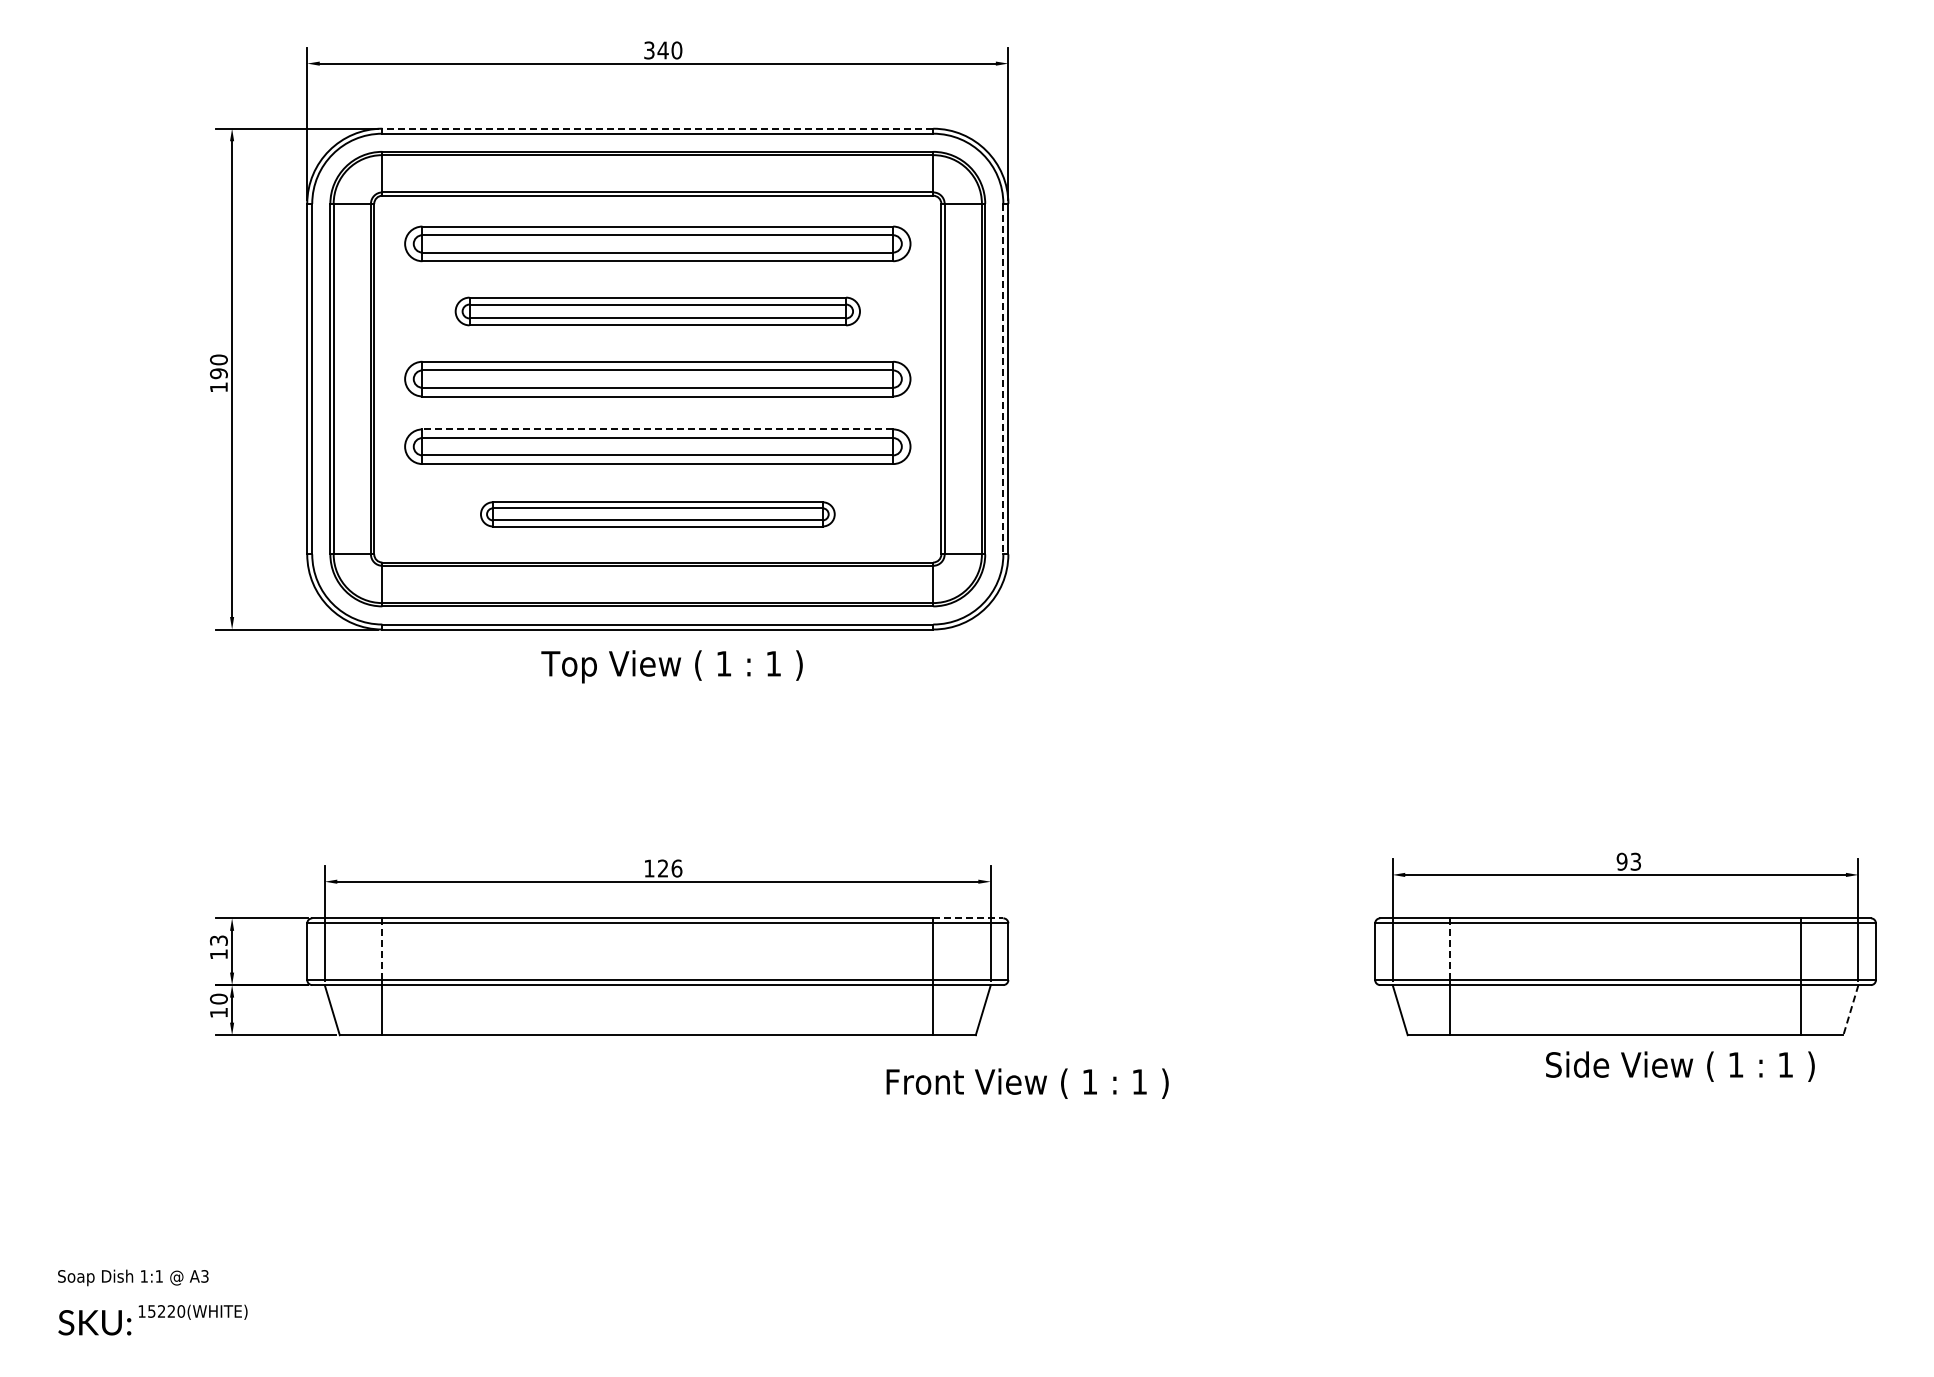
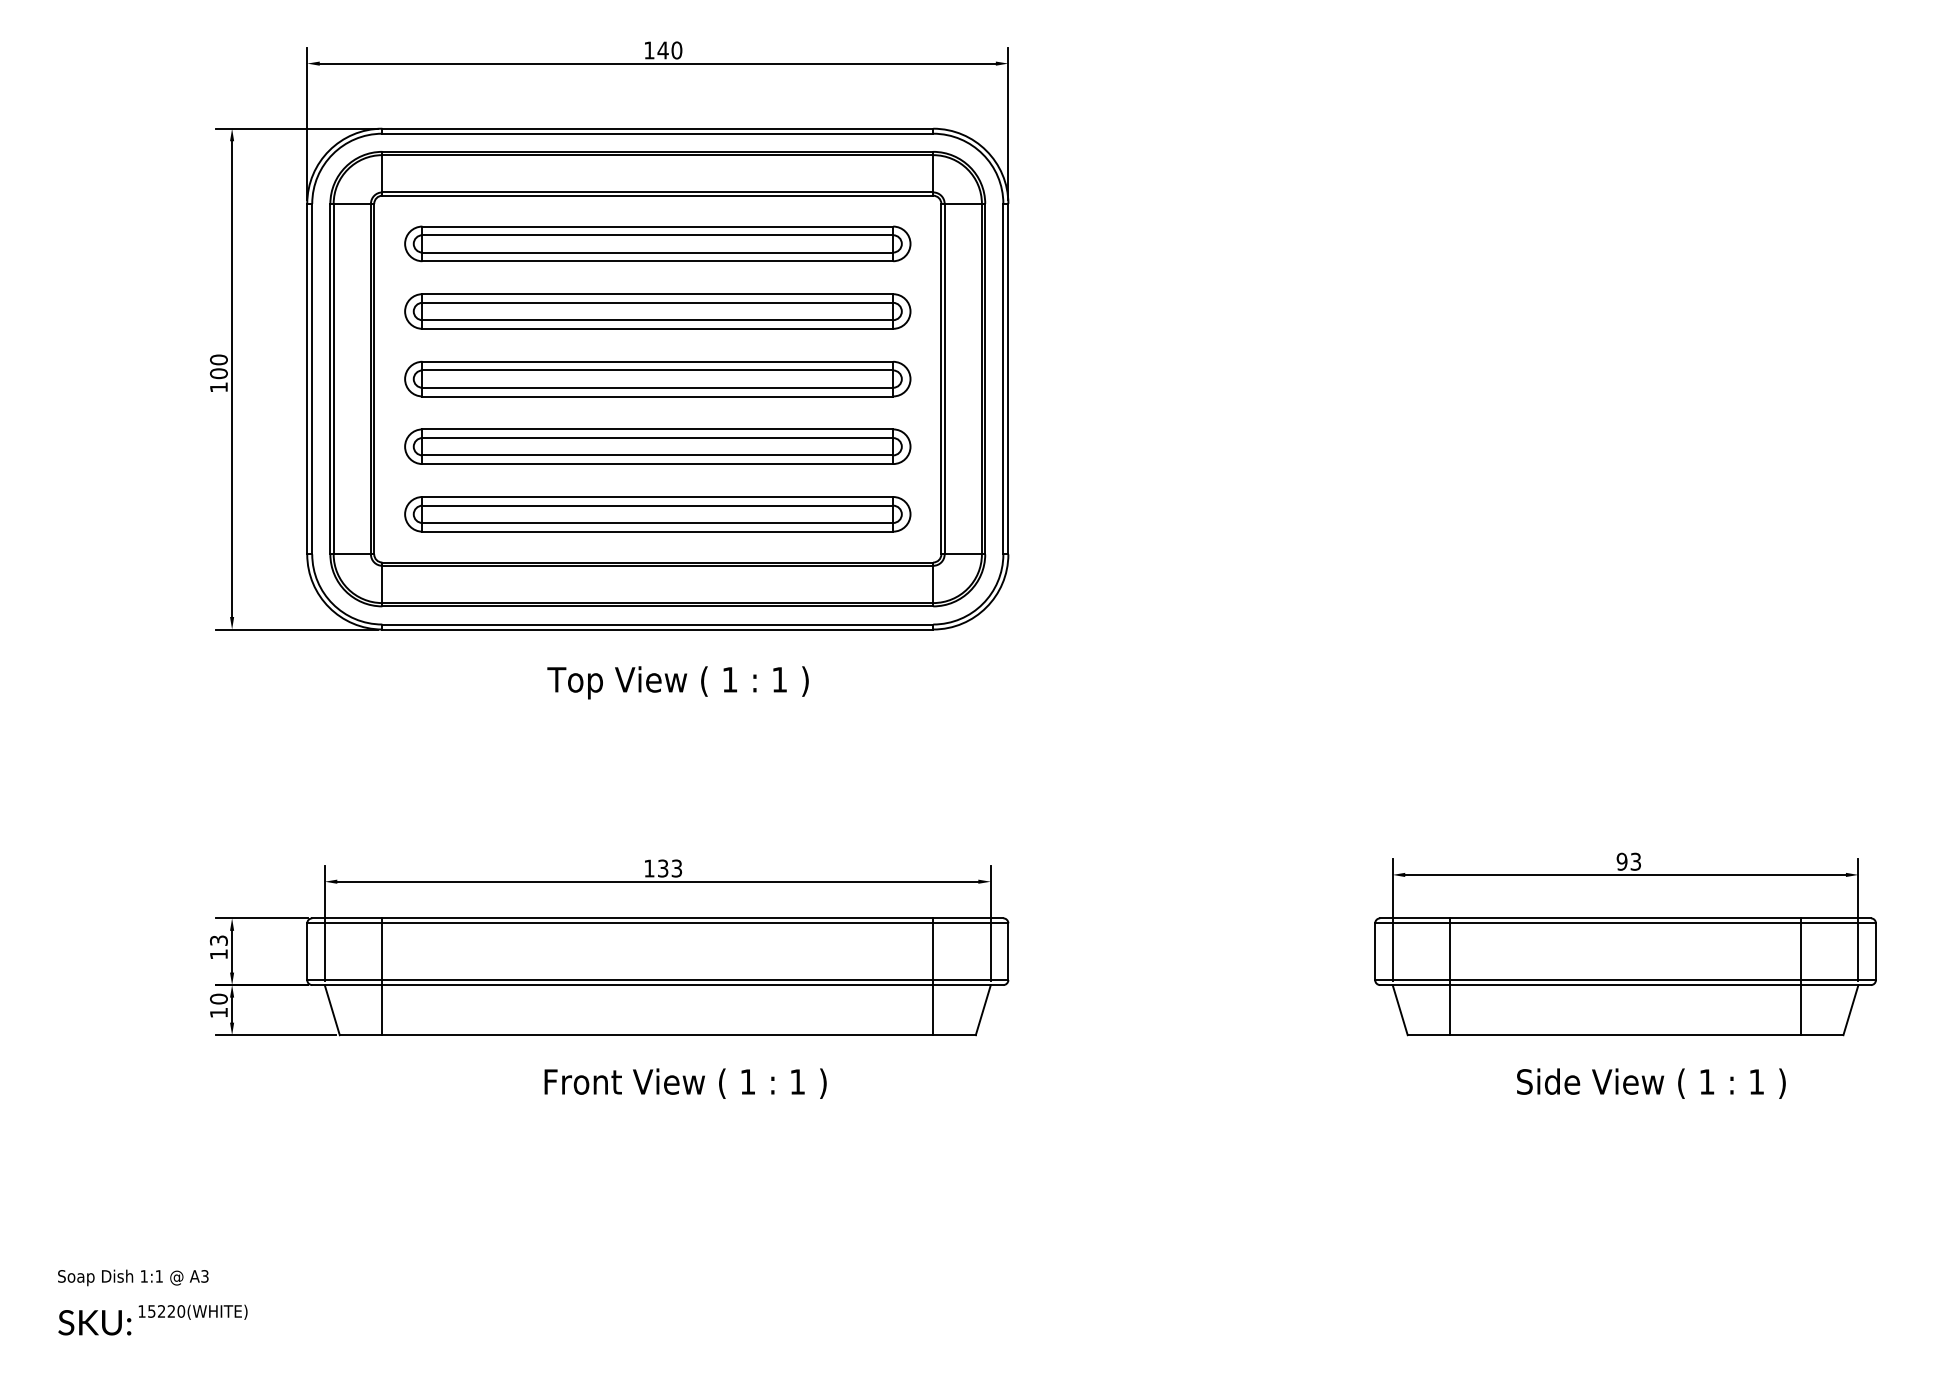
text at (649, 50): 340 -> 140
line at (657, 128): dashed -> solid
part at (657, 311) size: 407x31 px -> 508x37 px
text at (218, 373): 190 -> 100
line at (1003, 379): dashed -> solid
line at (657, 429): dashed -> solid
part at (657, 514) size: 356x27 px -> 508x37 px
text at (671, 666) position: (671, 666) -> (677, 682)
text at (670, 868): 126 -> 133
line at (968, 918): dashed -> solid
line at (382, 951): dashed -> solid
line at (1450, 951): dashed -> solid
line at (1850, 1010): dashed -> solid
text at (1680, 1066) position: (1680, 1066) -> (1651, 1083)
text at (1027, 1083) position: (1027, 1083) -> (685, 1083)
